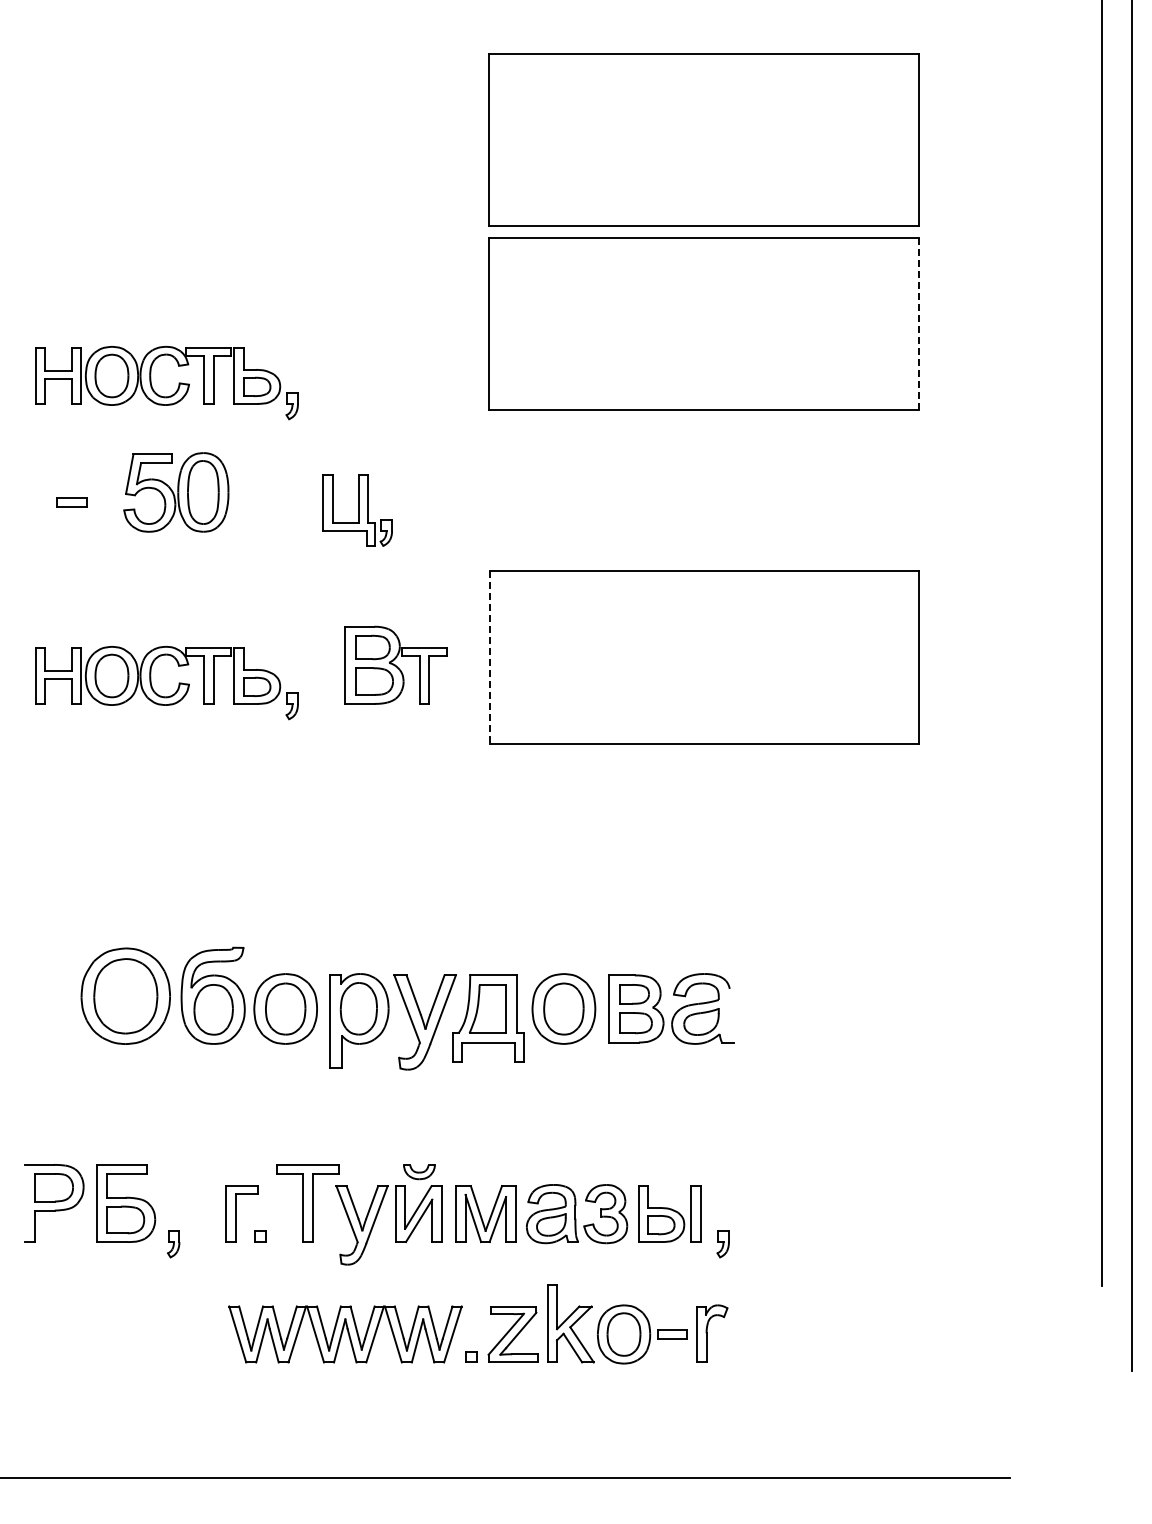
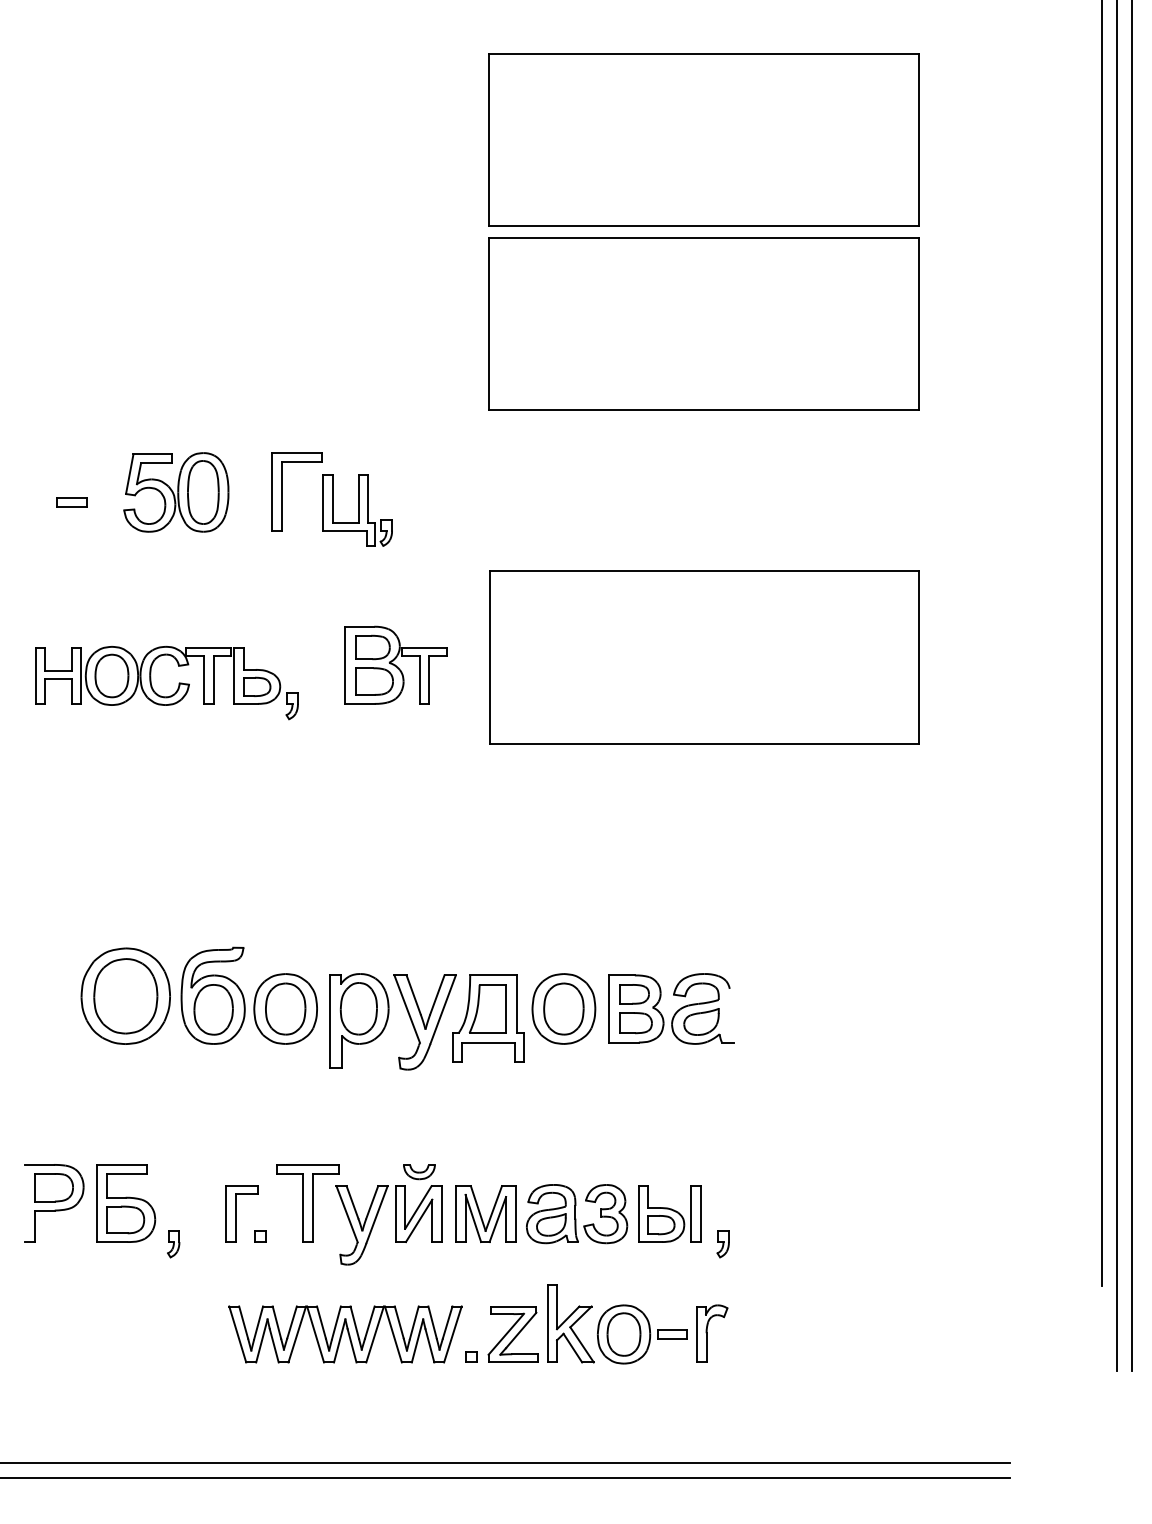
line at (918, 323): dashed -> solid
part at (178, 383): present -> none
part at (282, 491): none -> present
line at (489, 657): dashed -> solid
line at (1117, 686): none -> present
line at (506, 1463): none -> present
